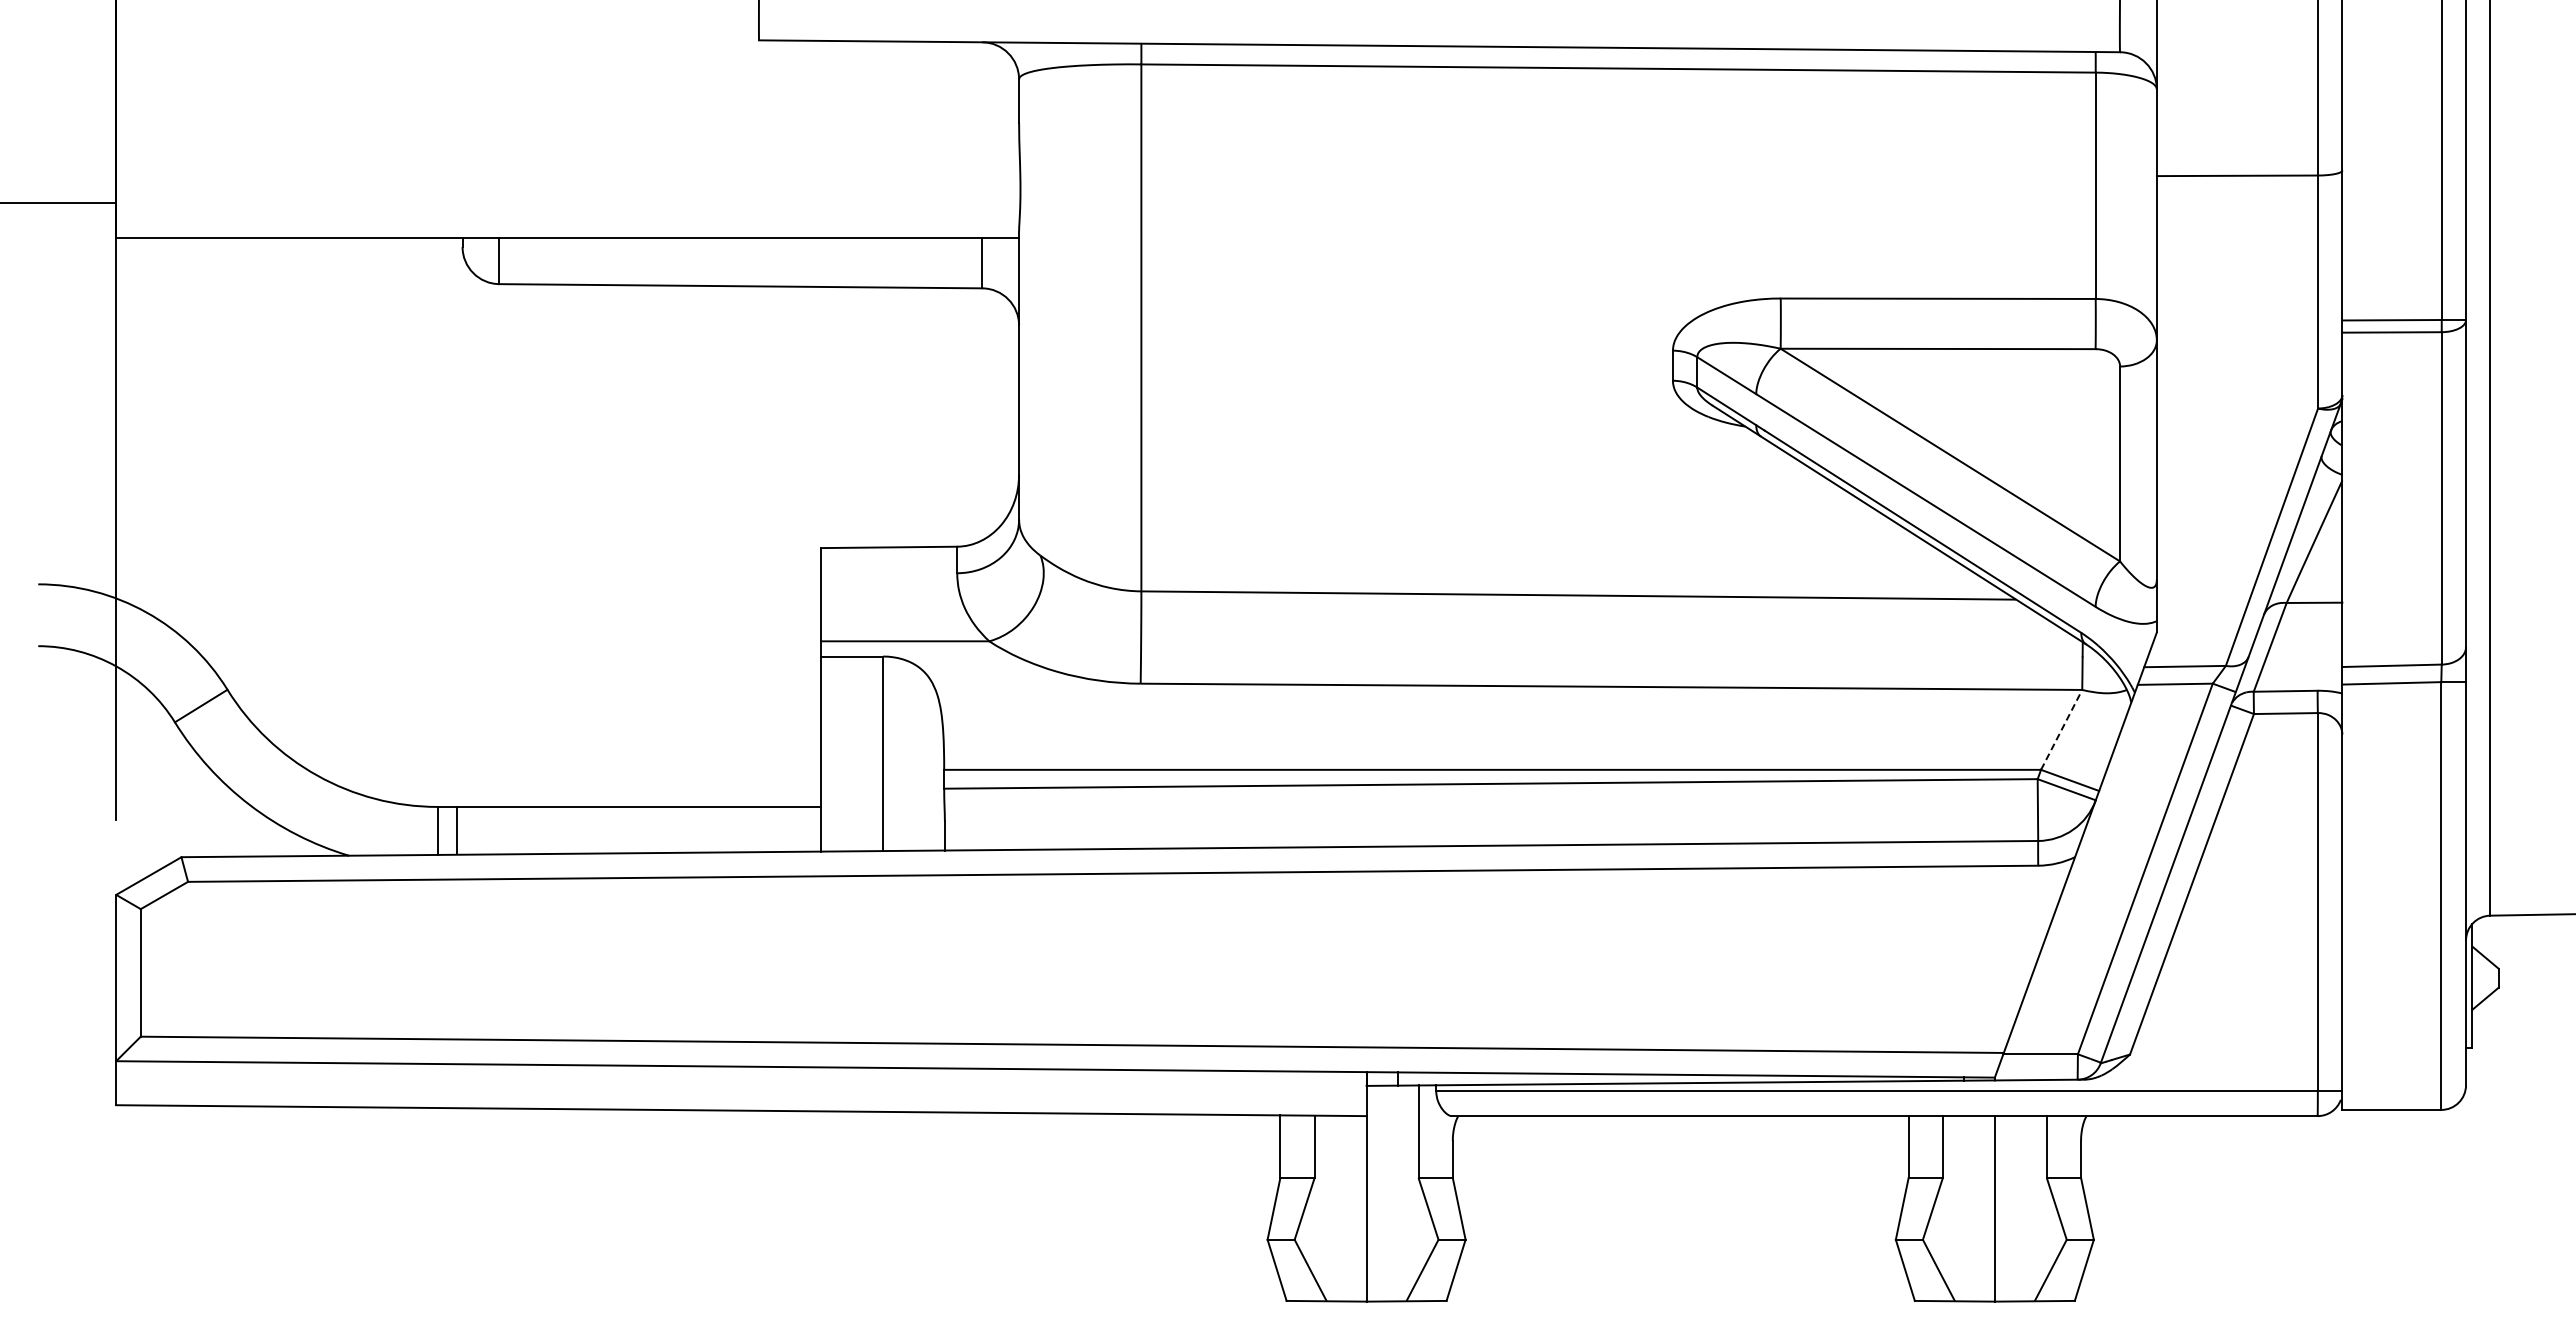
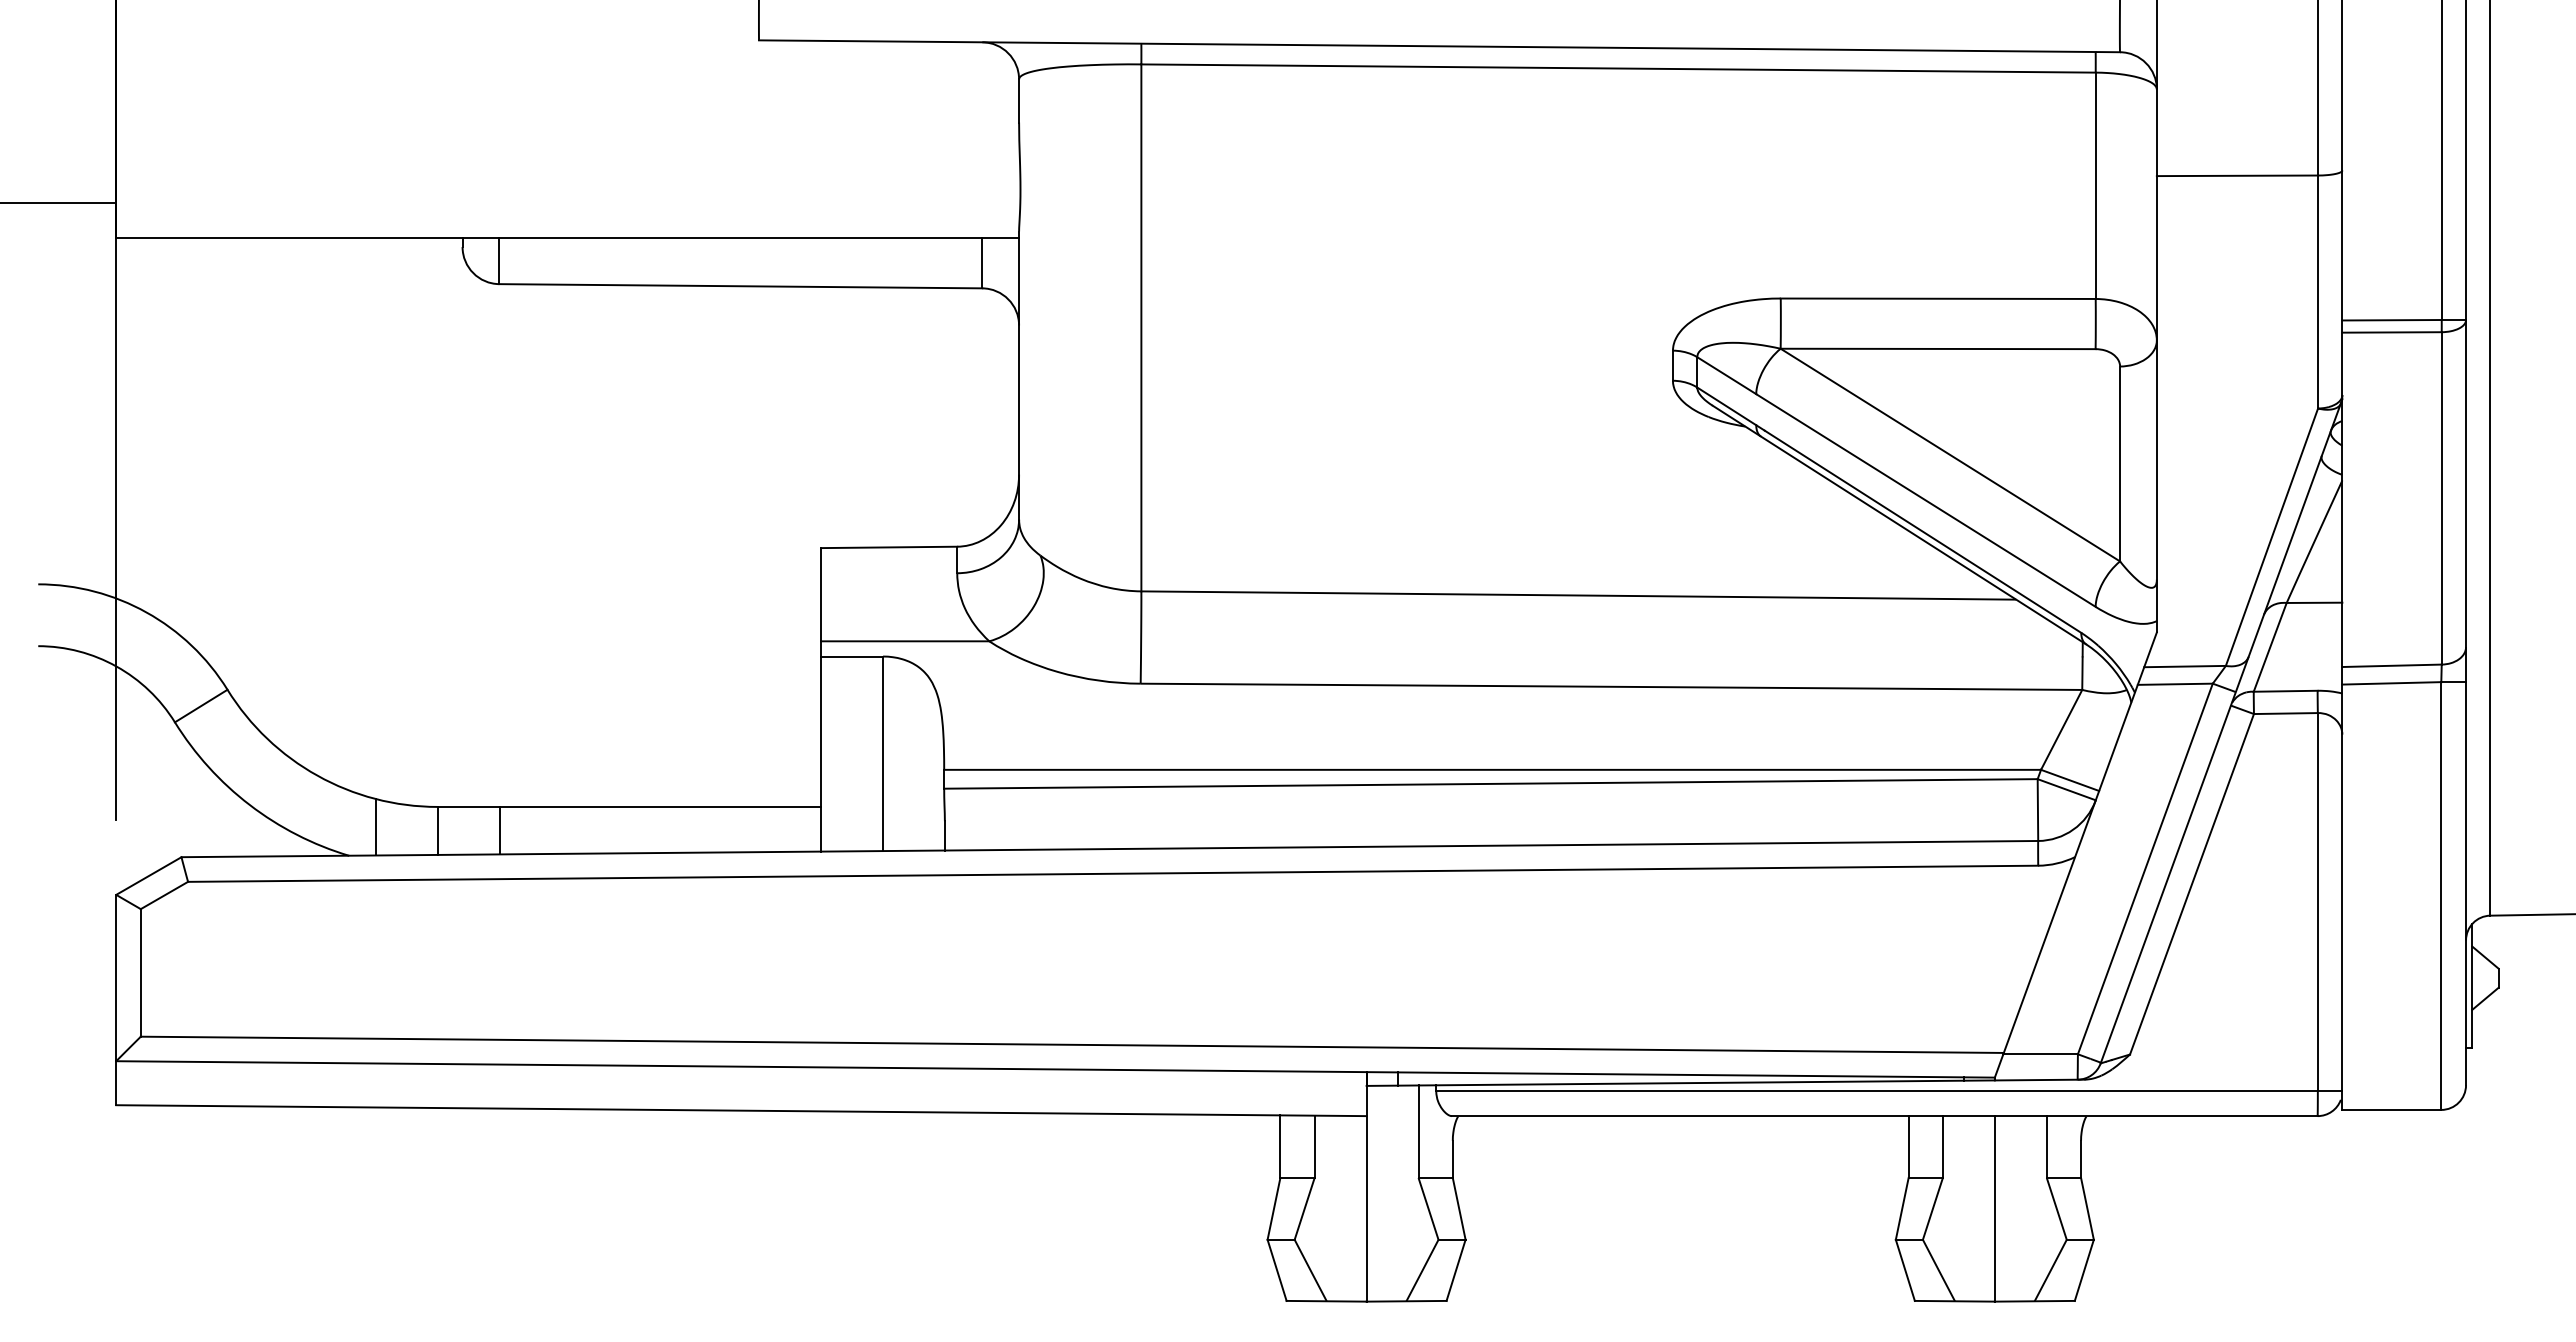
line at (2061, 729): dashed -> solid
line at (376, 827): none -> present
line at (456, 830) position: (456, 830) -> (499, 830)
